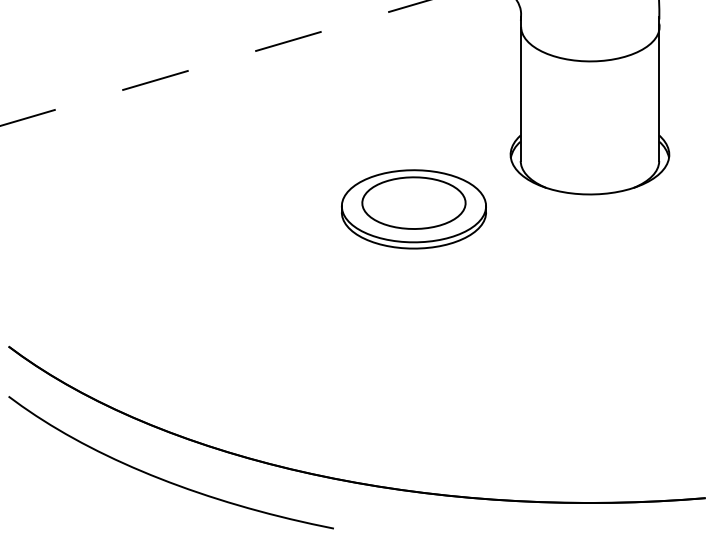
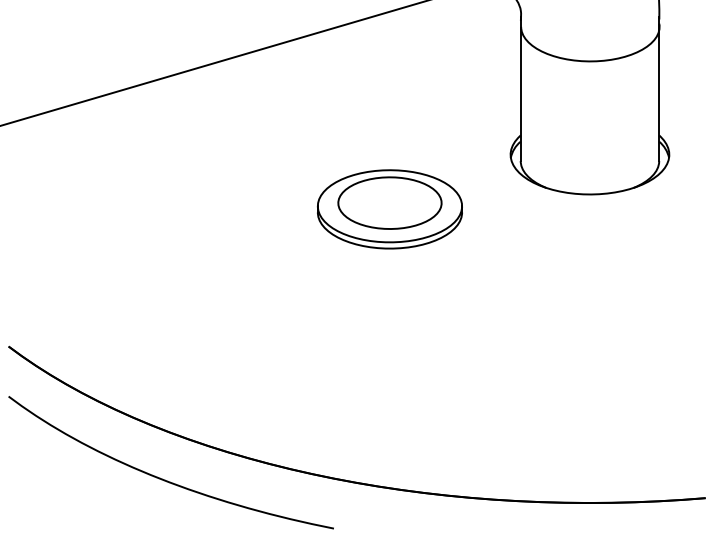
line at (215, 62): dashed -> solid
part at (413, 209) position: (413, 209) -> (389, 209)
